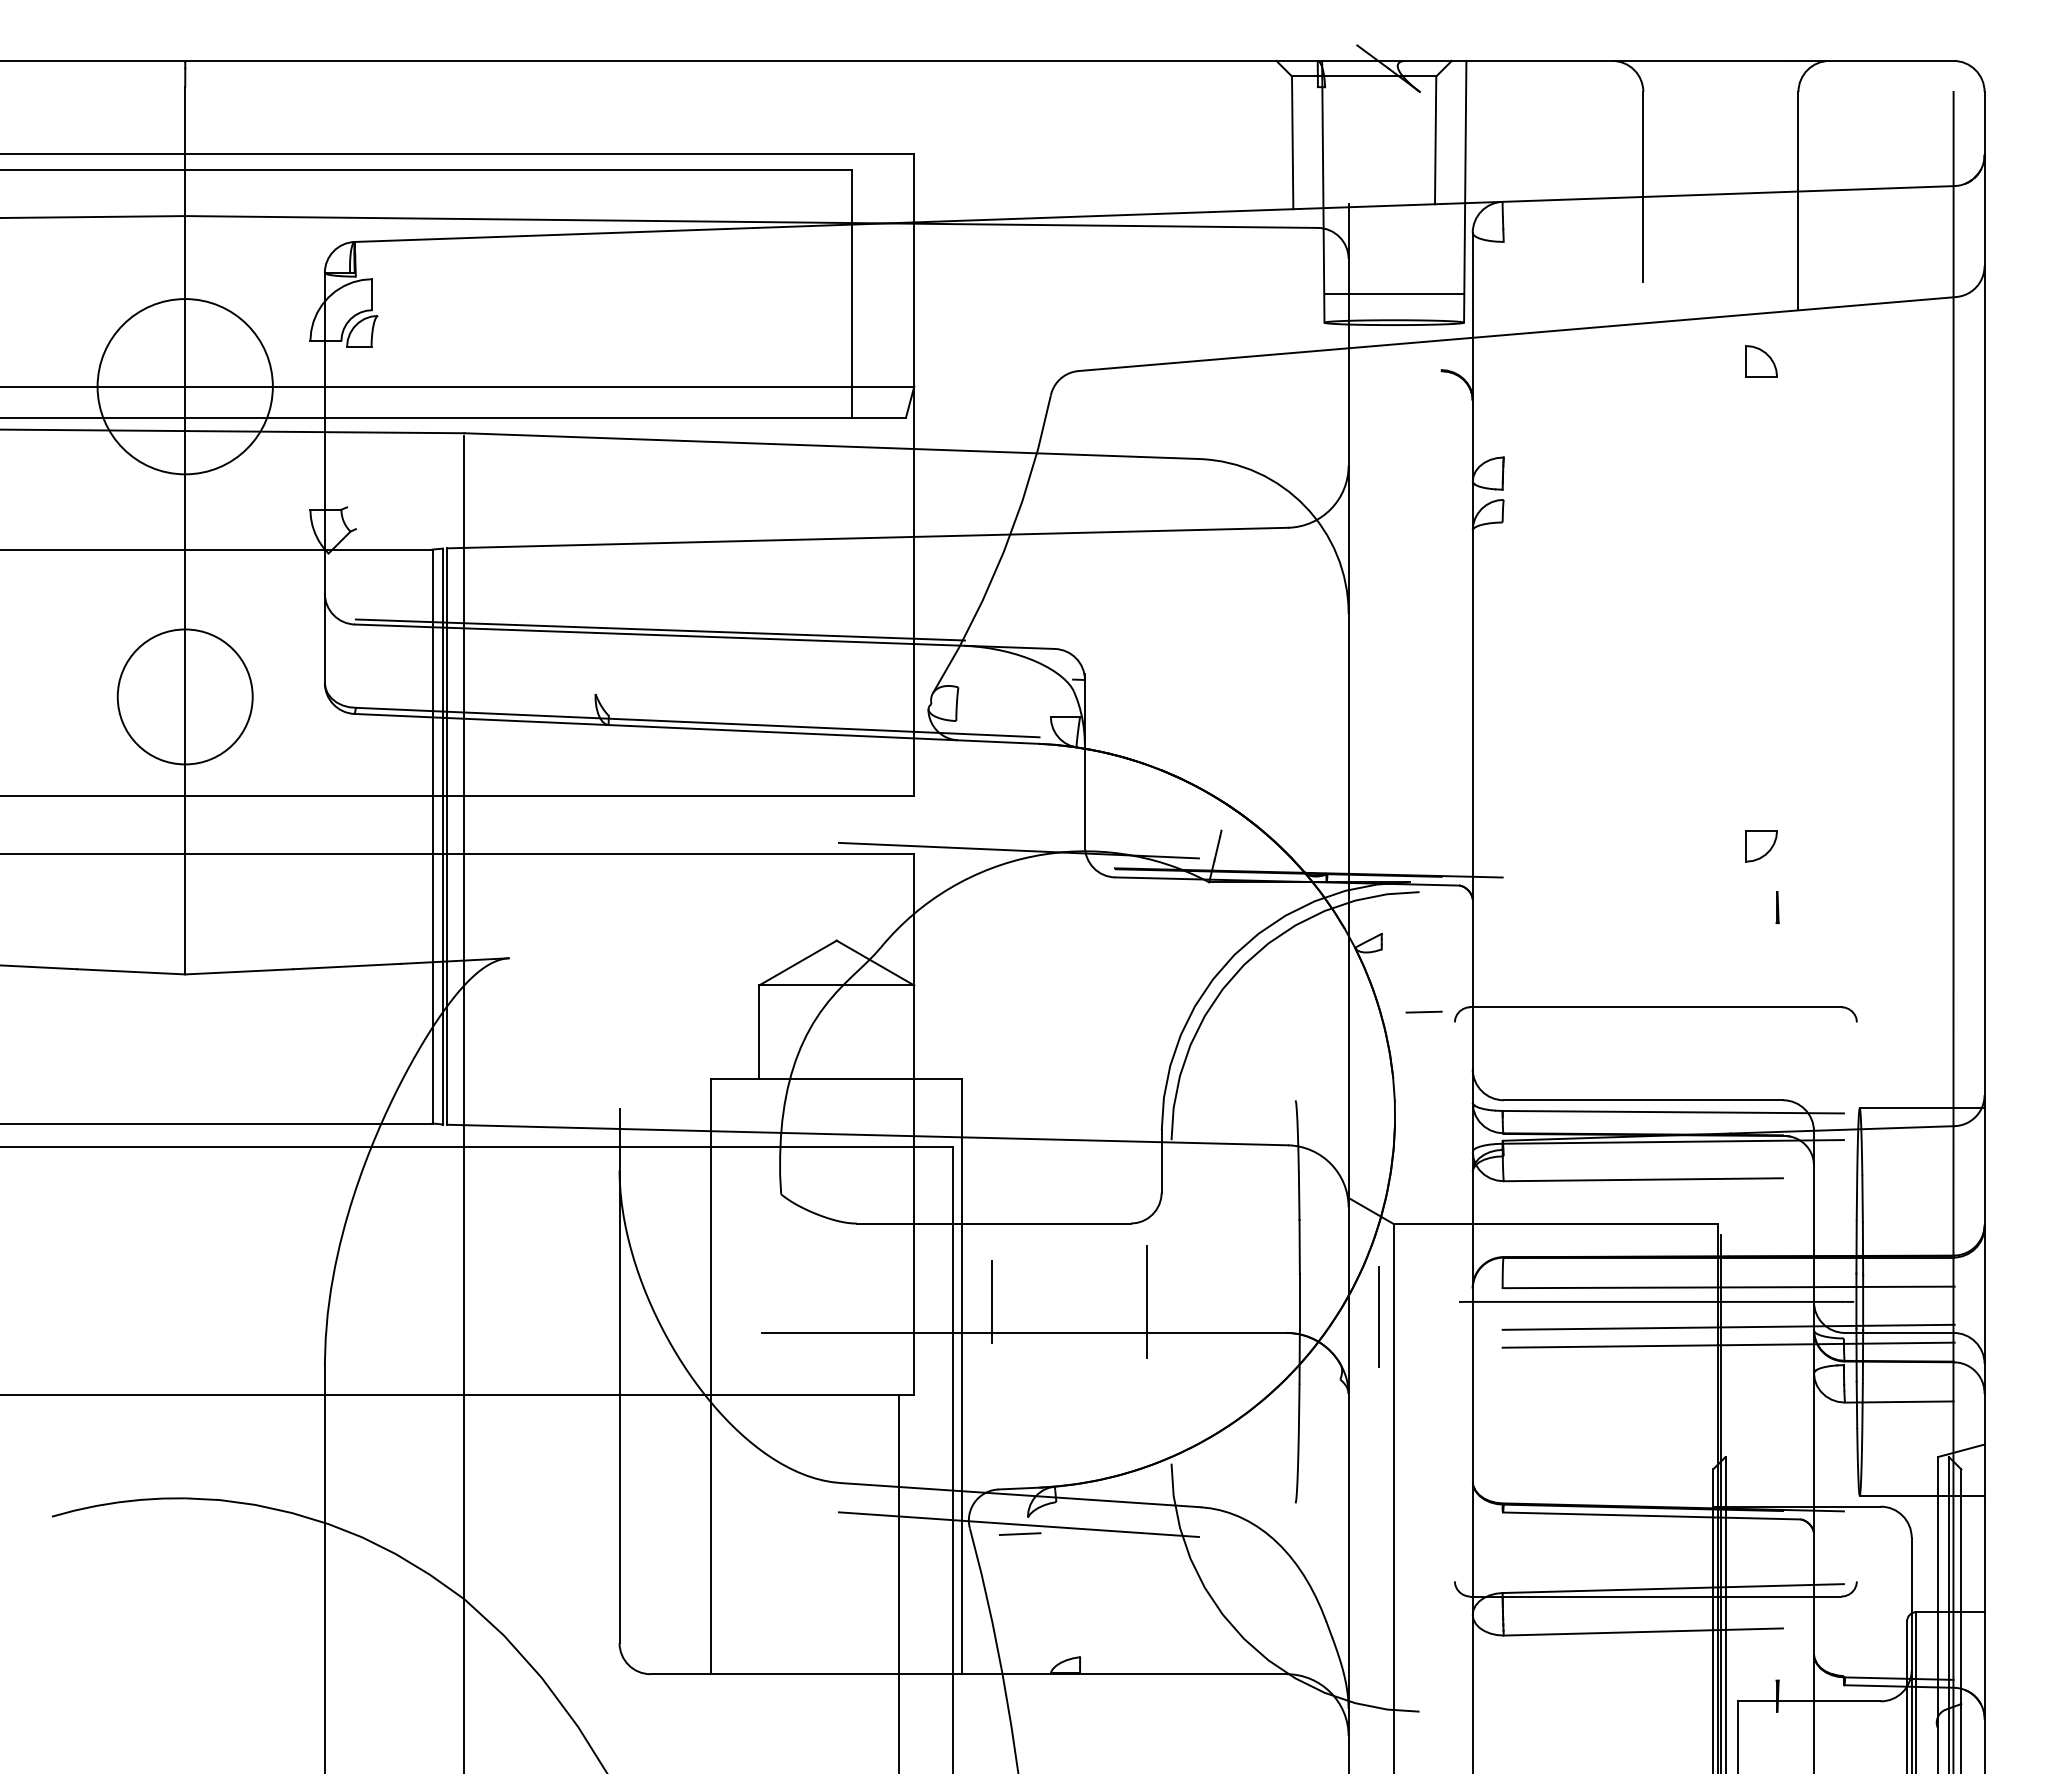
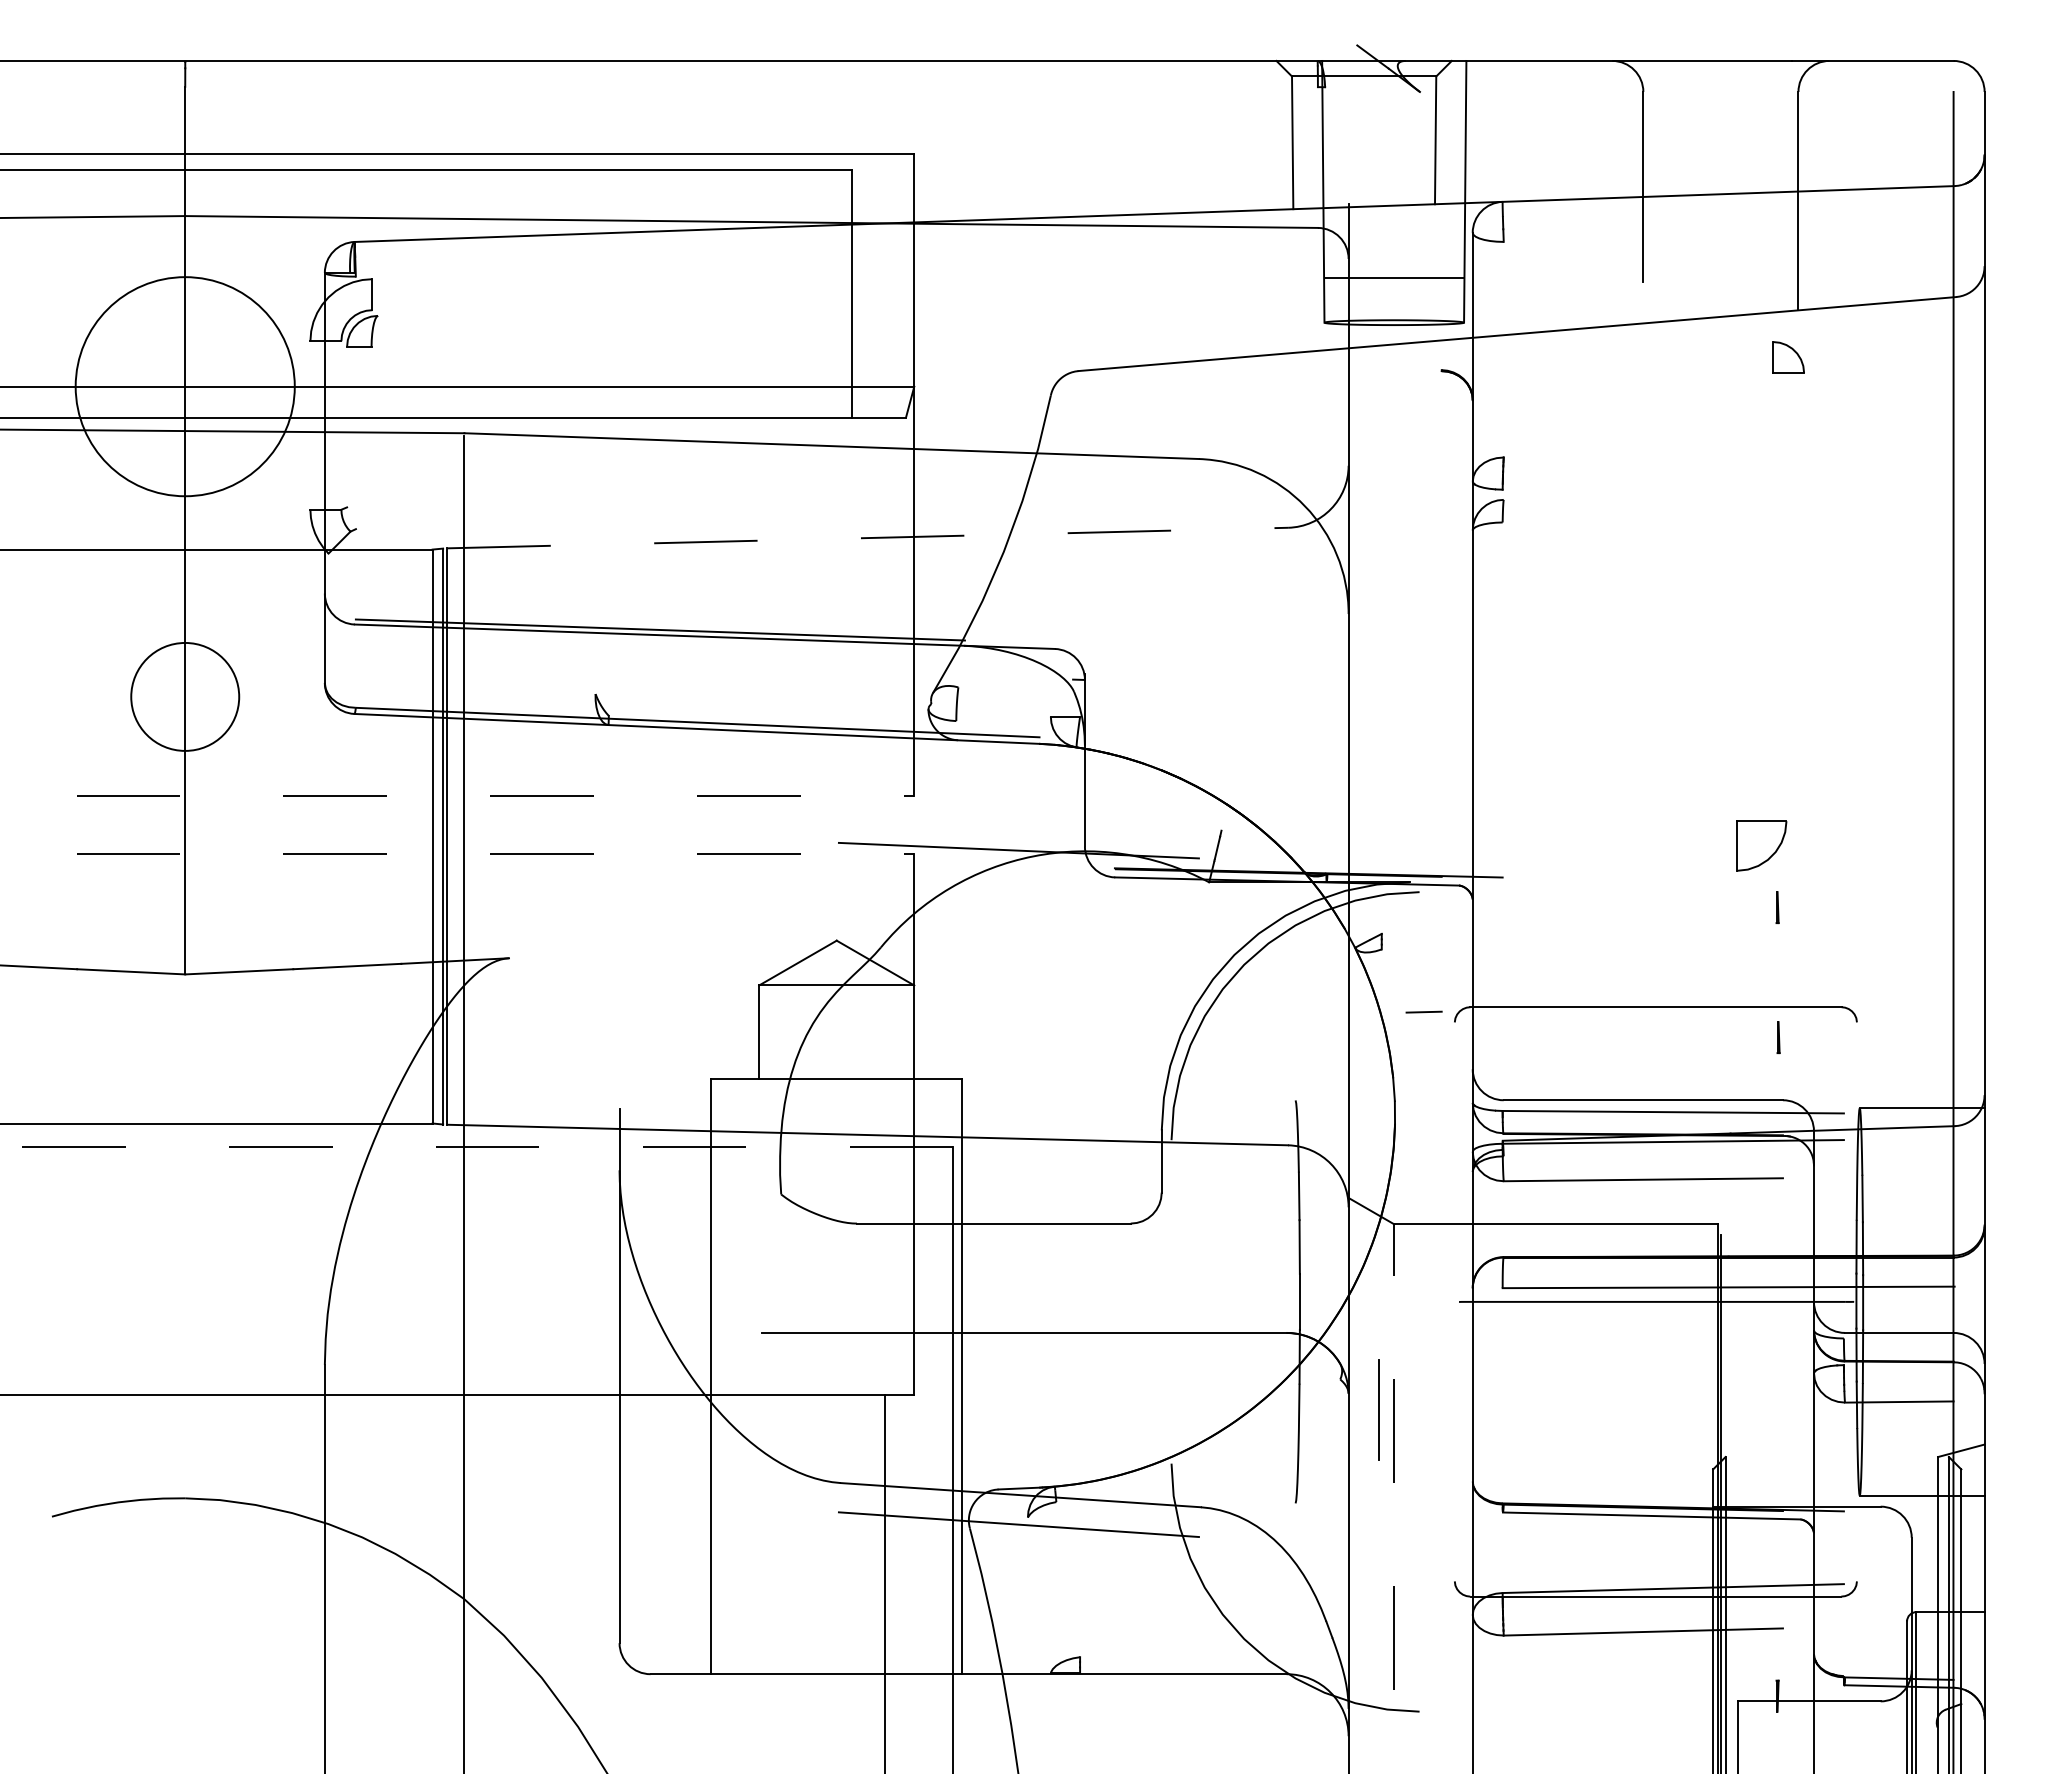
line at (1394, 293) position: (1394, 293) -> (1394, 277)
part at (1761, 361) position: (1761, 361) -> (1788, 357)
circle at (184, 386) diameter: 175 px -> 219 px
line at (868, 538): solid -> dashed
circle at (184, 696) diameter: 135 px -> 108 px
line at (457, 796): solid -> dashed
part at (1761, 846) size: 33x33 px -> 52x52 px
line at (457, 853): solid -> dashed
line at (1778, 1037): none -> present
line at (477, 1146): solid -> dashed
line at (991, 1301): present -> none
line at (1146, 1301): present -> none
line at (1378, 1316) position: (1378, 1316) -> (1378, 1409)
line at (1728, 1326): present -> none
line at (1728, 1344): present -> none
line at (1394, 1498): solid -> dashed
line at (1019, 1534): present -> none
line at (898, 1582) position: (898, 1582) -> (884, 1582)
